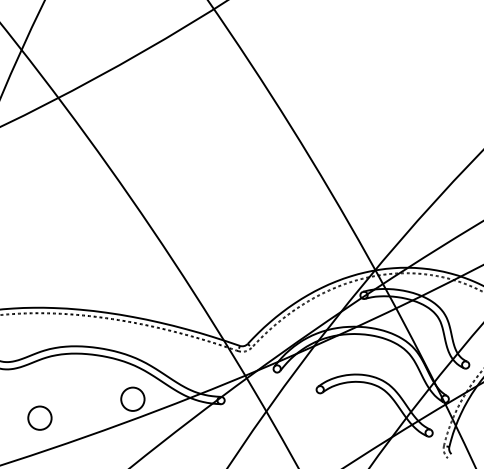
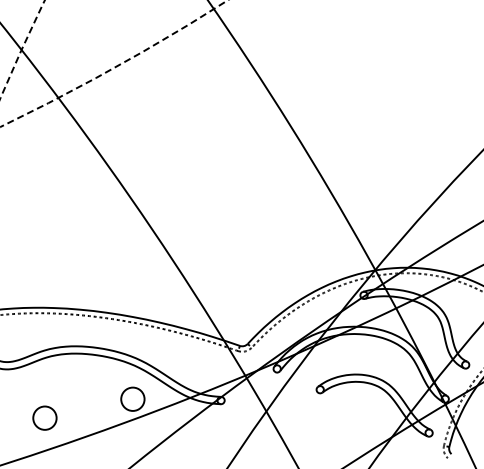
circle at (22, 49): solid -> dashed
circle at (114, 63): solid -> dashed
circle at (39, 417) position: (39, 417) -> (44, 417)
